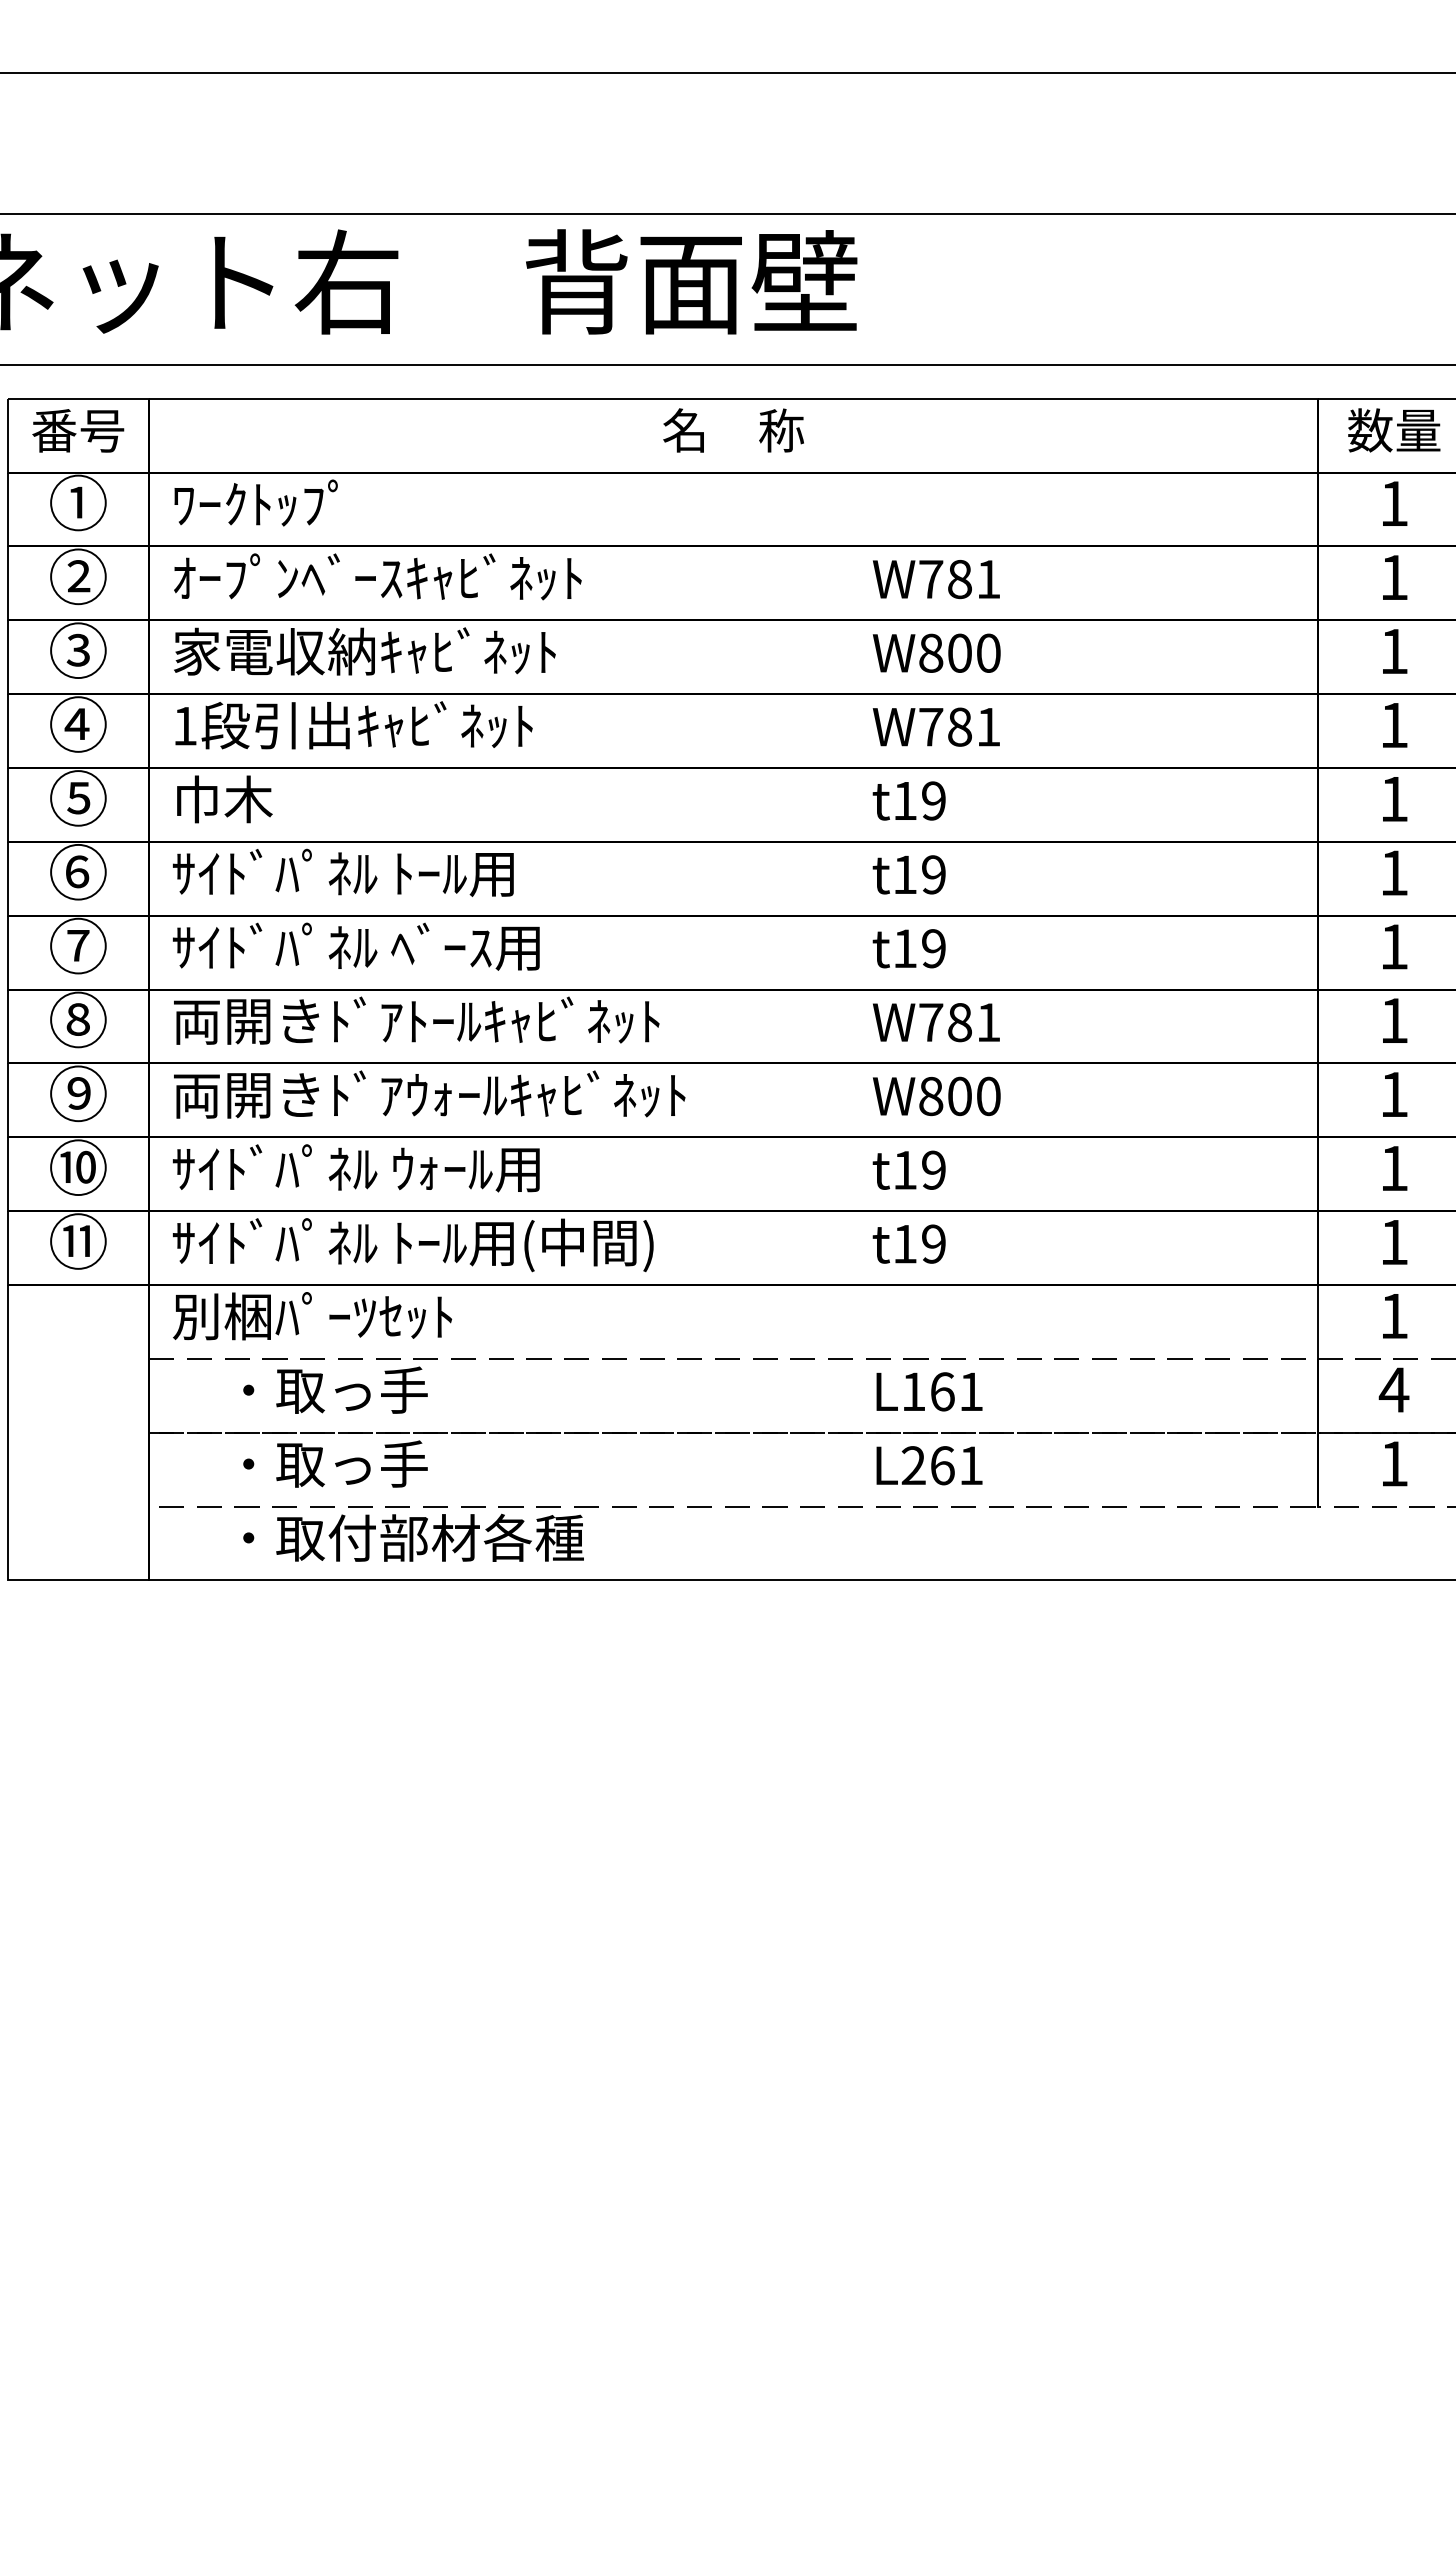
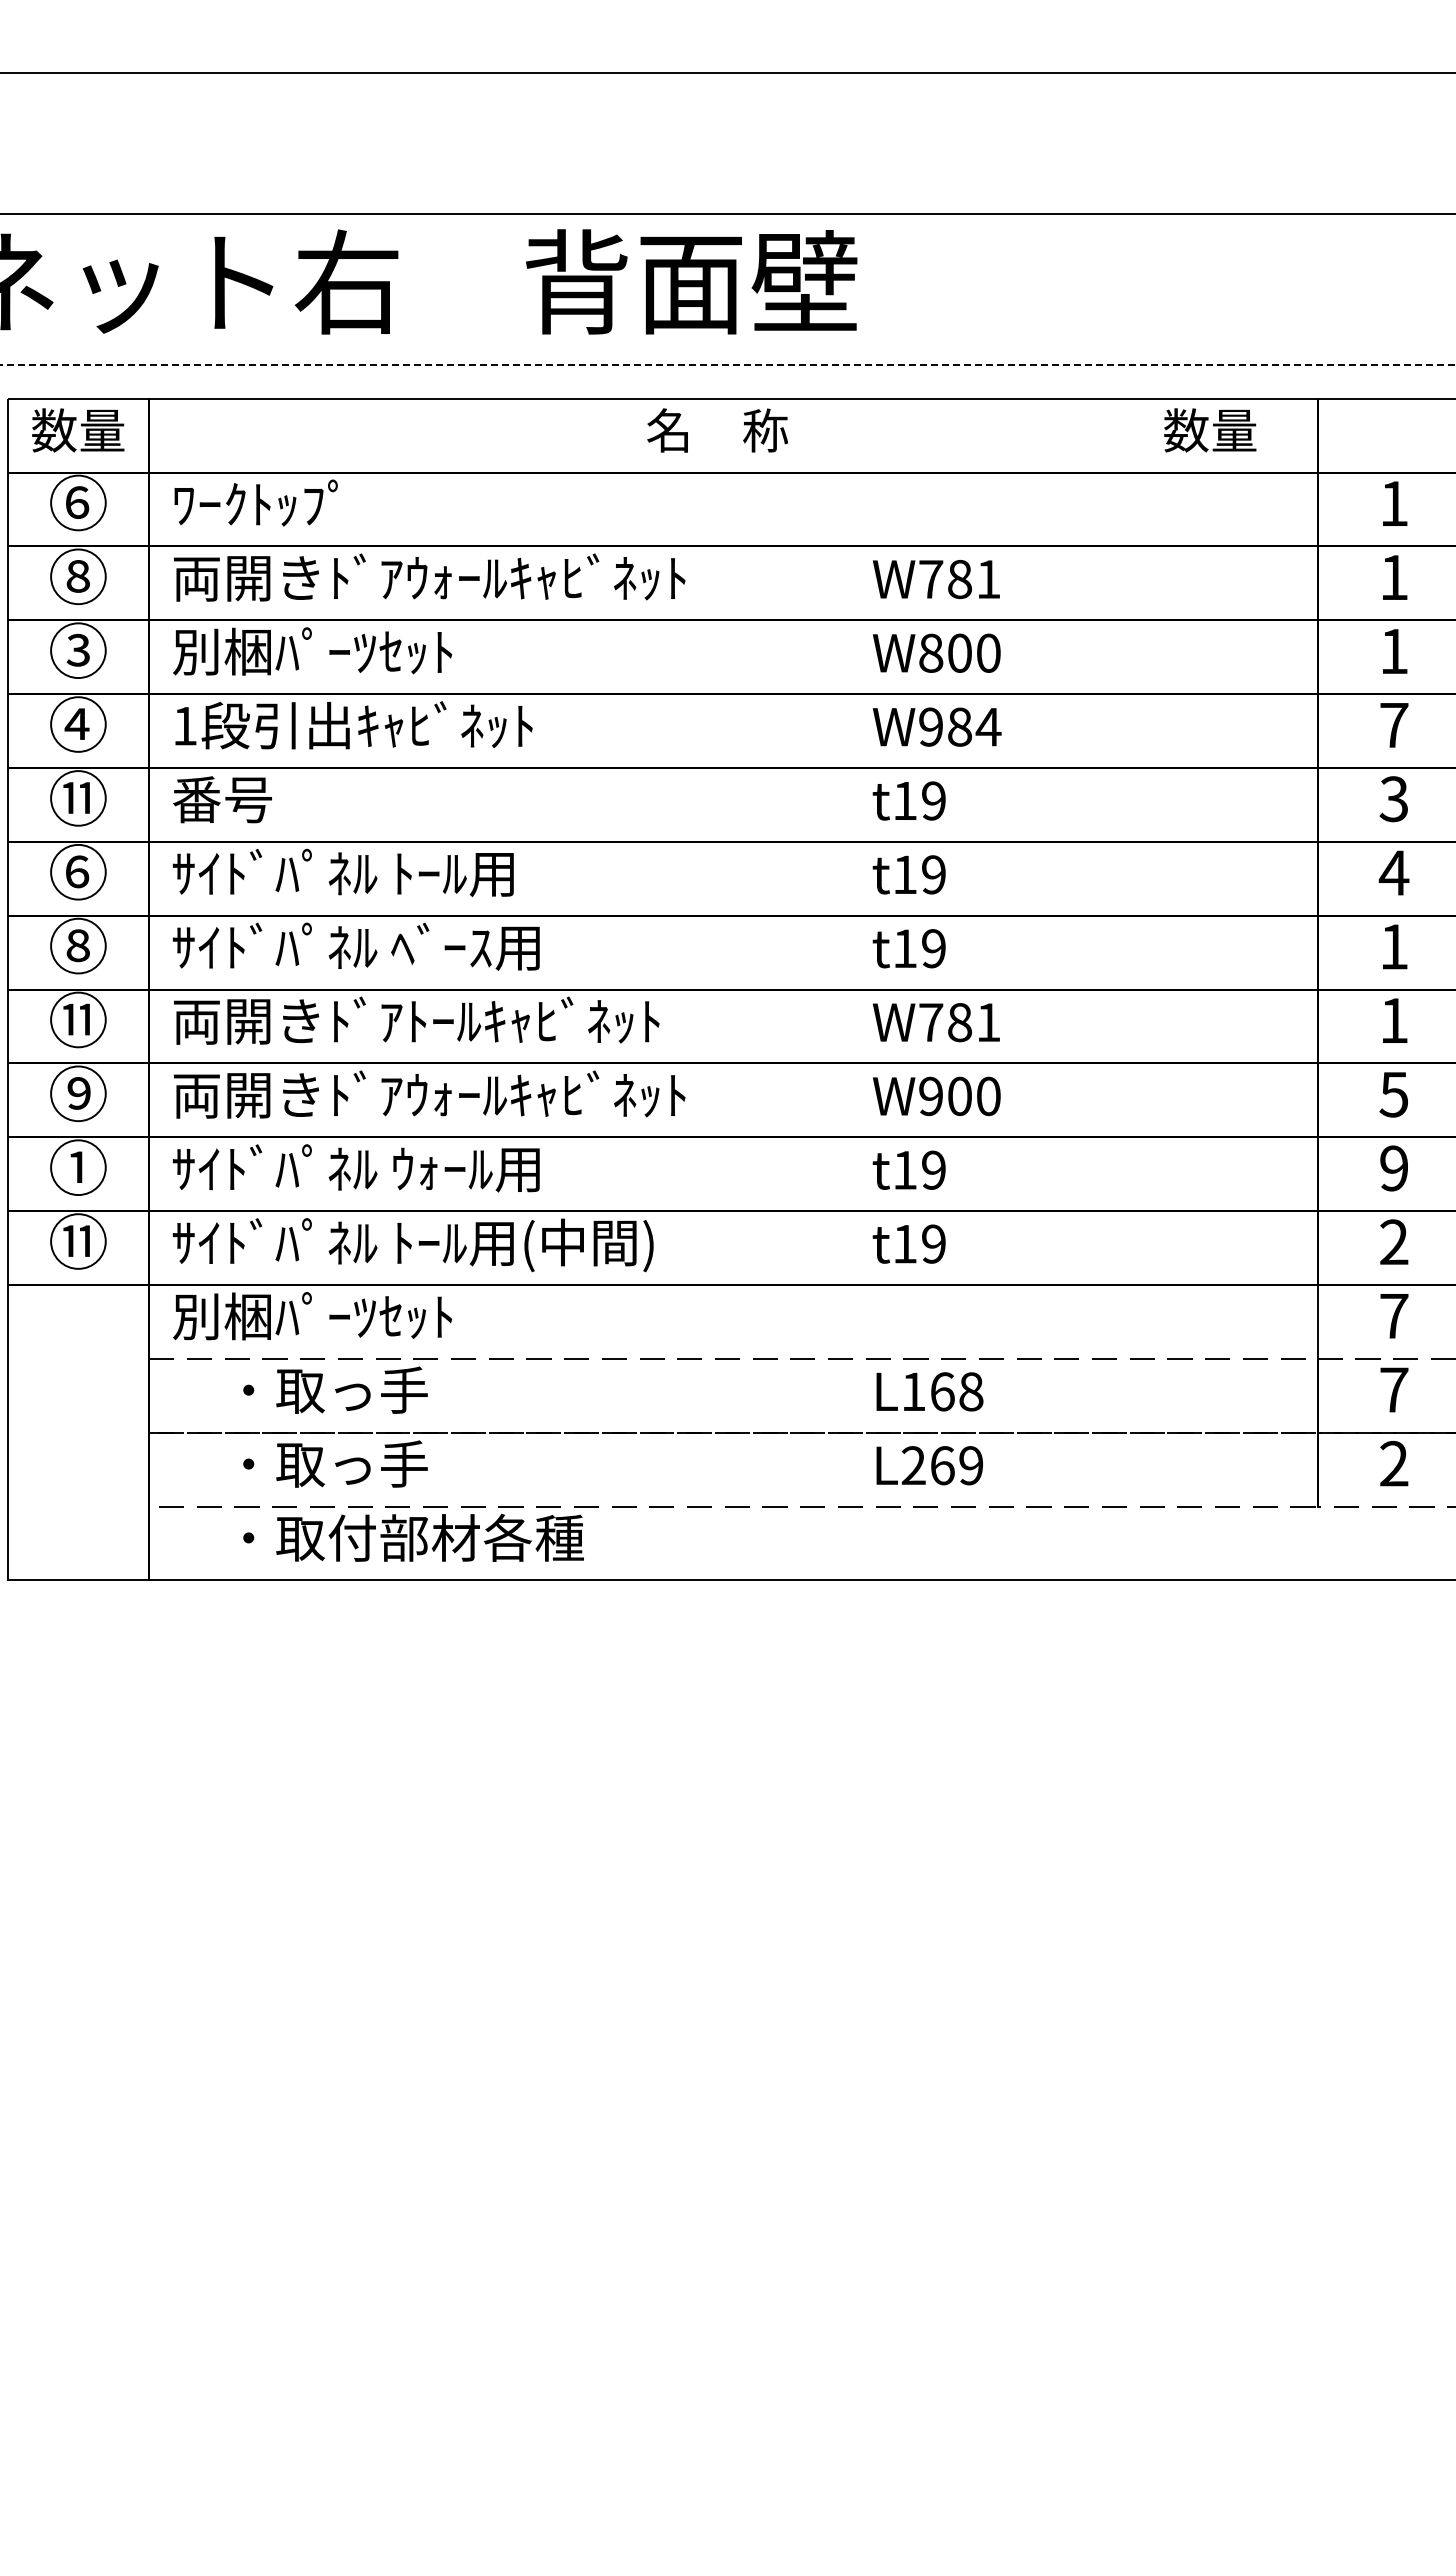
line at (728, 365): solid -> dashed
text at (78, 430): 番号 -> 数量
text at (733, 430) position: (733, 430) -> (717, 430)
text at (1394, 430) position: (1394, 430) -> (1210, 430)
text at (77, 502): ① -> ⑥
text at (78, 576): ② -> ⑧
text at (429, 577): ｵｰﾌﾟﾝﾍﾞｰｽｷｬﾋﾞﾈｯﾄ -> 両開きﾄﾞｱｳｫｰﾙｷｬﾋﾞﾈｯﾄ
text at (364, 651): 家電収納ｷｬﾋﾞﾈｯﾄ -> 別梱ﾊﾟｰﾂｾｯﾄ
text at (1394, 725): 1 -> 7
text at (960, 726): W781 -> W984
text at (76, 798): ⑤ -> ⑪
text at (222, 799): 巾木 -> 番号
text at (1393, 799): 1 -> 3
text at (1393, 872): 1 -> 4
text at (77, 945): ⑦ -> ⑧
text at (76, 1019): ⑧ -> ⑪
text at (1393, 1094): 1 -> 5
text at (931, 1096): W800 -> W900
text at (77, 1166): ⑩ -> ①
text at (1393, 1168): 1 -> 9
text at (1394, 1241): 1 -> 2
text at (1394, 1316): 1 -> 7
text at (1393, 1389): 4 -> 7
text at (971, 1391): L161 -> L168
text at (1394, 1463): 1 -> 2
text at (970, 1465): L261 -> L269
